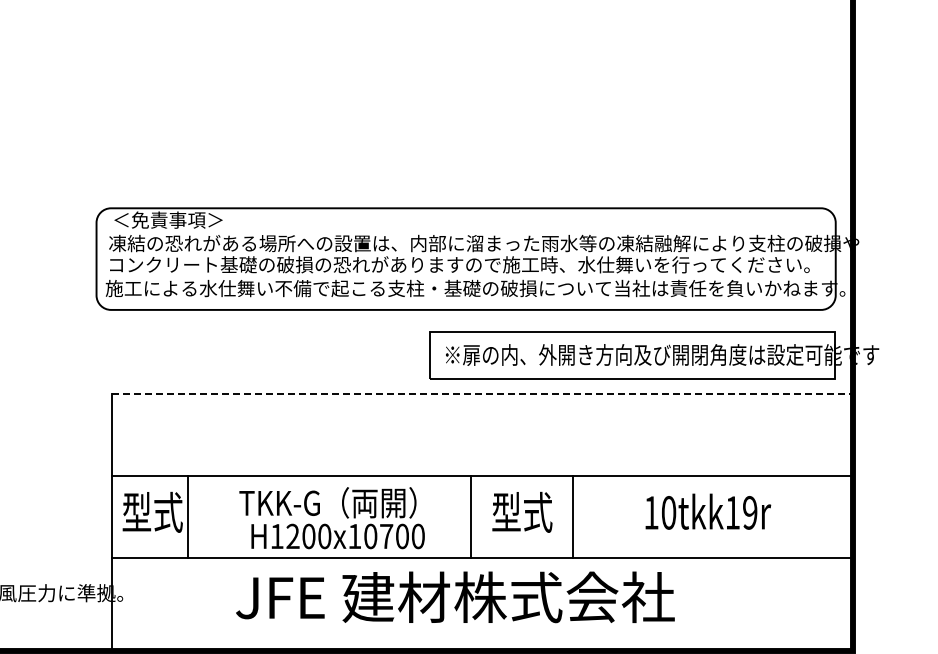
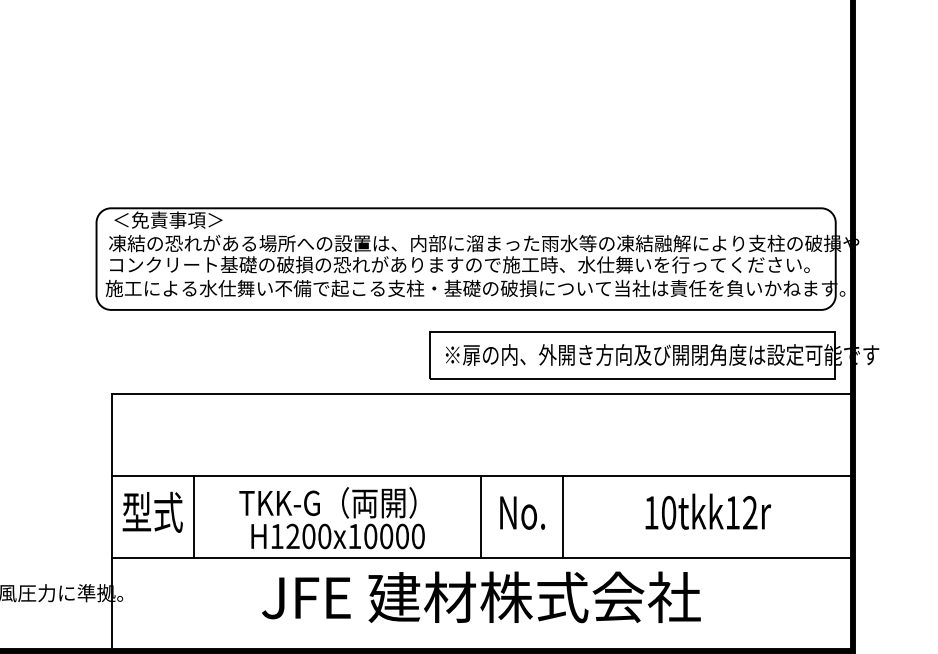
line at (481, 393): dashed -> solid
text at (522, 511): 型式 -> No.
text at (750, 512): 10tkk19r -> 10tkk12r
line at (187, 517) position: (187, 517) -> (193, 517)
line at (471, 517) position: (471, 517) -> (481, 517)
line at (573, 517) position: (573, 517) -> (563, 517)
text at (386, 536): H1200x10700 -> H1200x10000
text at (455, 597) position: (455, 597) -> (481, 597)
